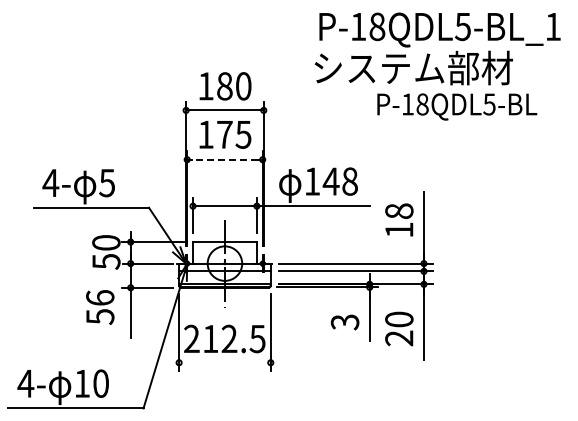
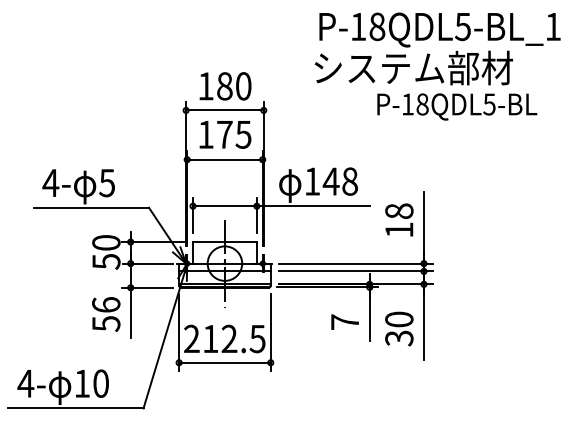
line at (224, 159): dashed -> solid
text at (100, 307) position: (100, 307) -> (106, 314)
text at (344, 322): 3 -> 7
text at (399, 338): 20 -> 30
line at (224, 362): none -> present
